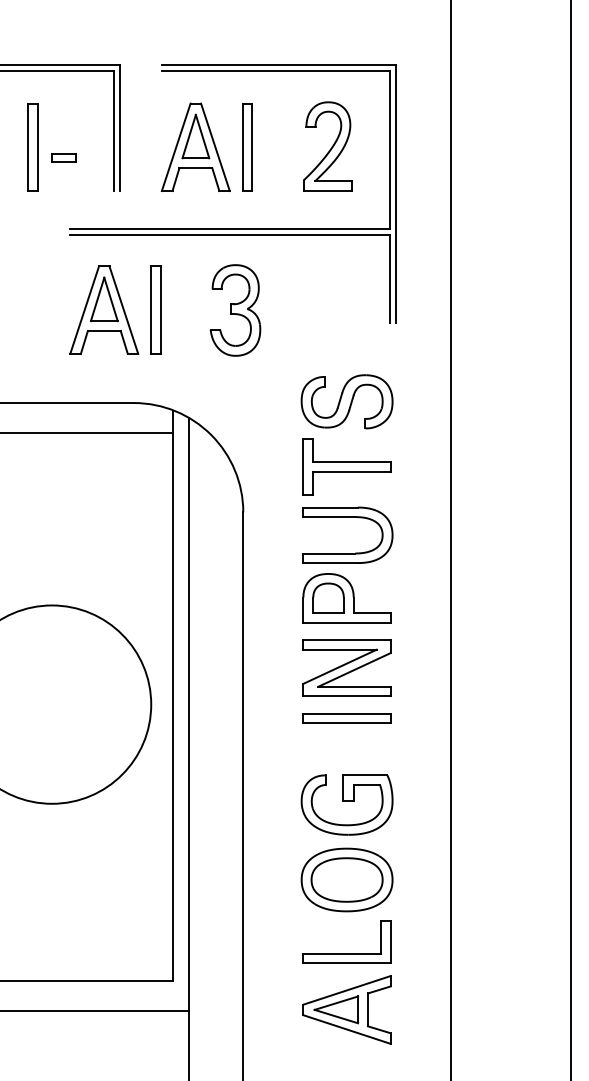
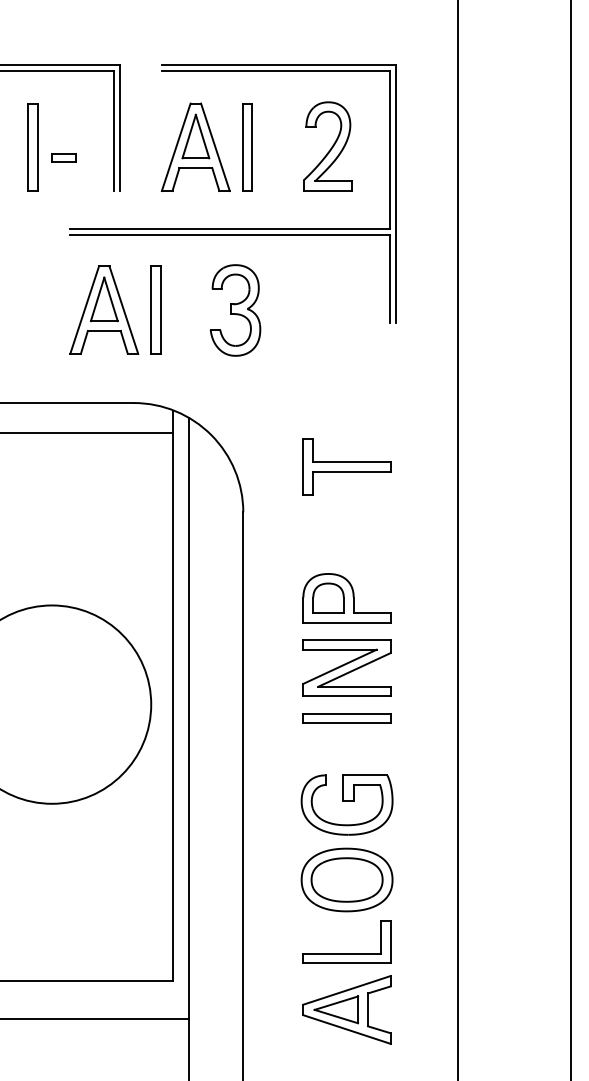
part at (346, 401): present -> none
part at (347, 517): present -> none
line at (450, 539) position: (450, 539) -> (457, 539)
line at (95, 1010) position: (95, 1010) -> (95, 1018)
